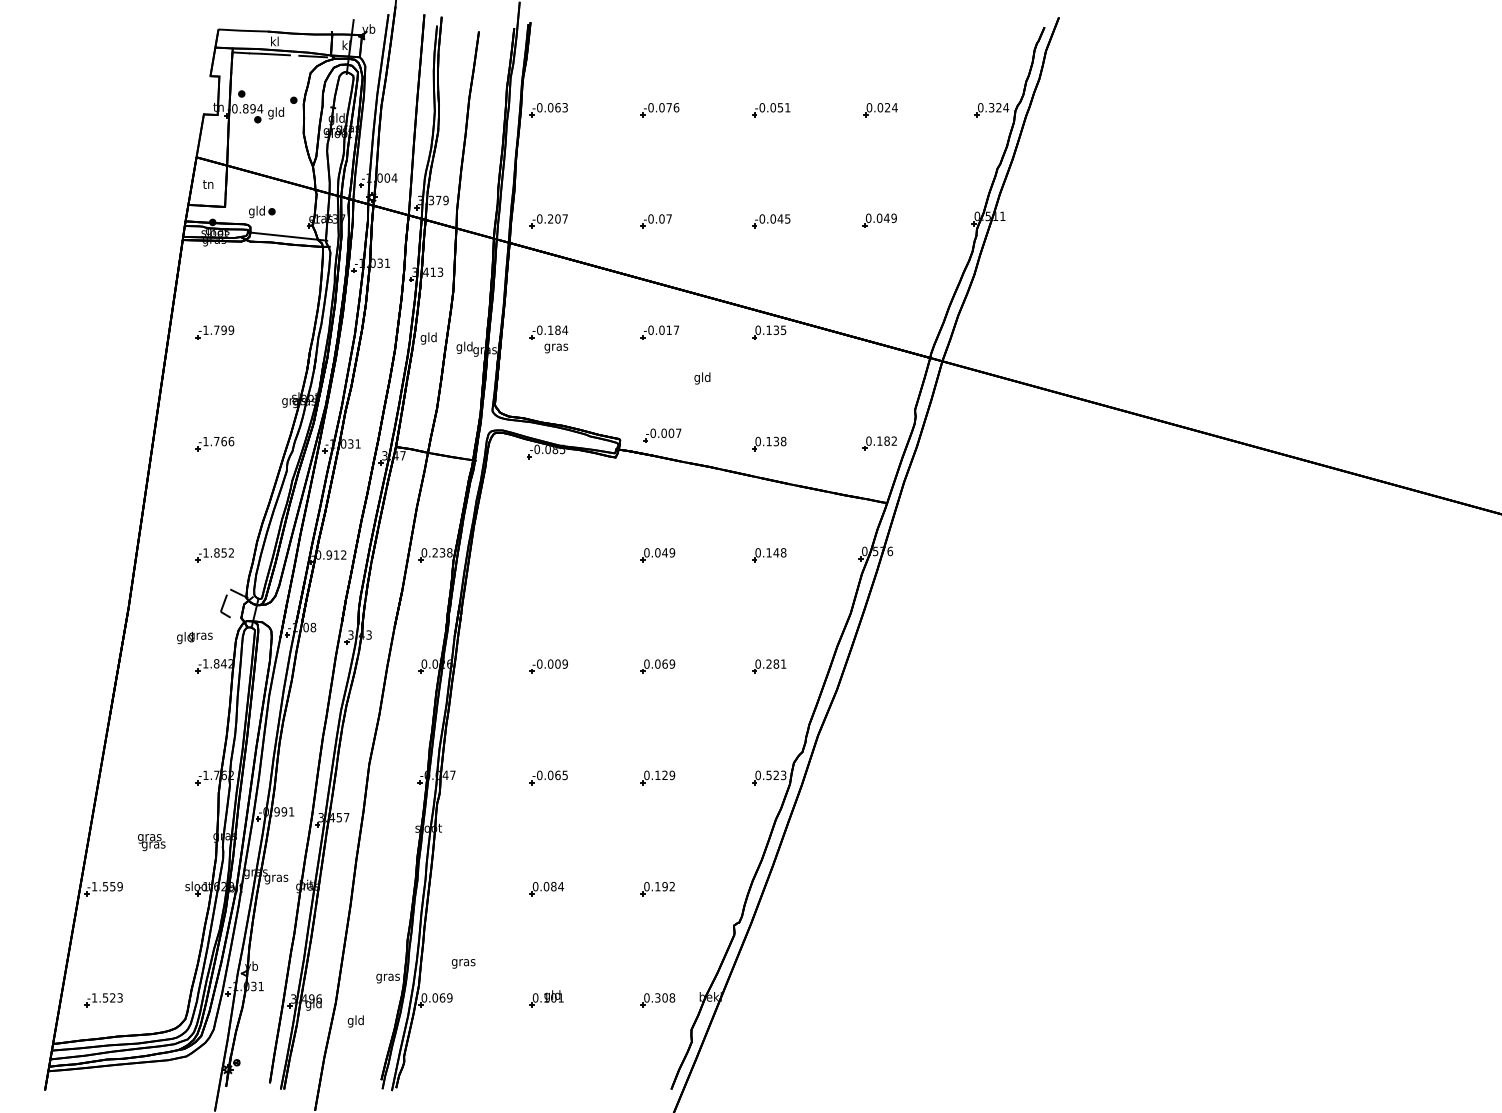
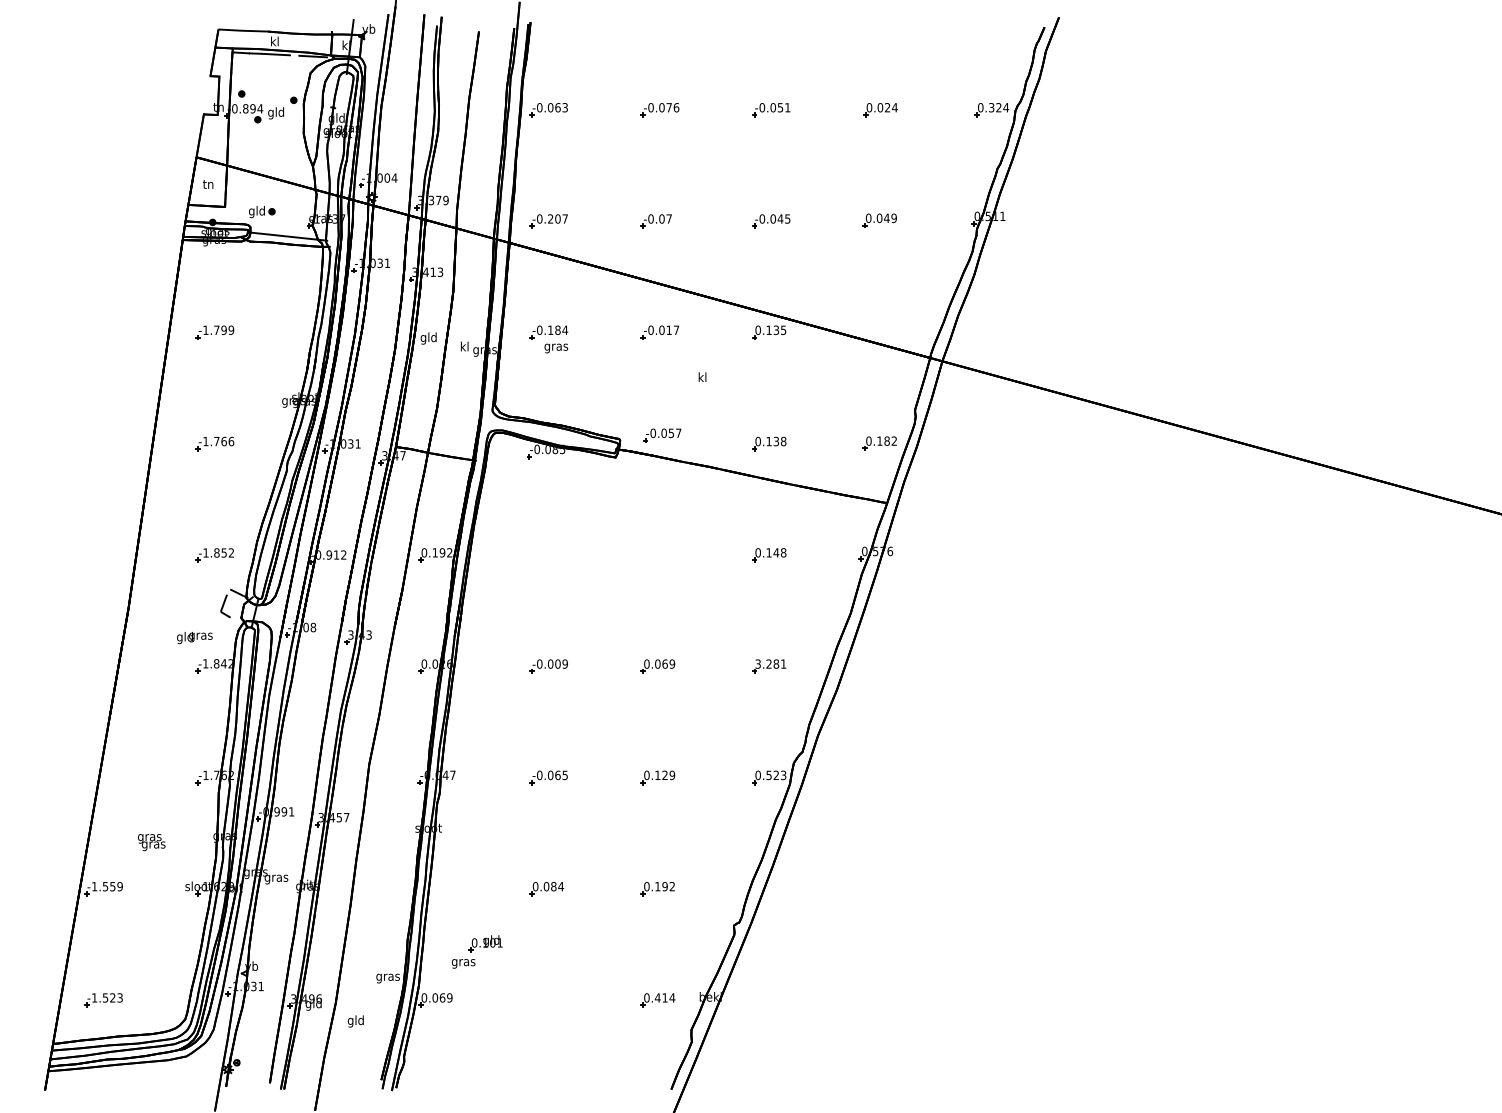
text at (464, 347): gld -> kl
text at (702, 378): gld -> kl
text at (671, 432): -0.007 -> -0.057
text at (442, 552): 0.238 -> 0.192
part at (657, 555): present -> none
text at (757, 663): 0.281 -> 3.281
text at (664, 997): 0.308 -> 0.414
part at (546, 998) position: (546, 998) -> (485, 943)
